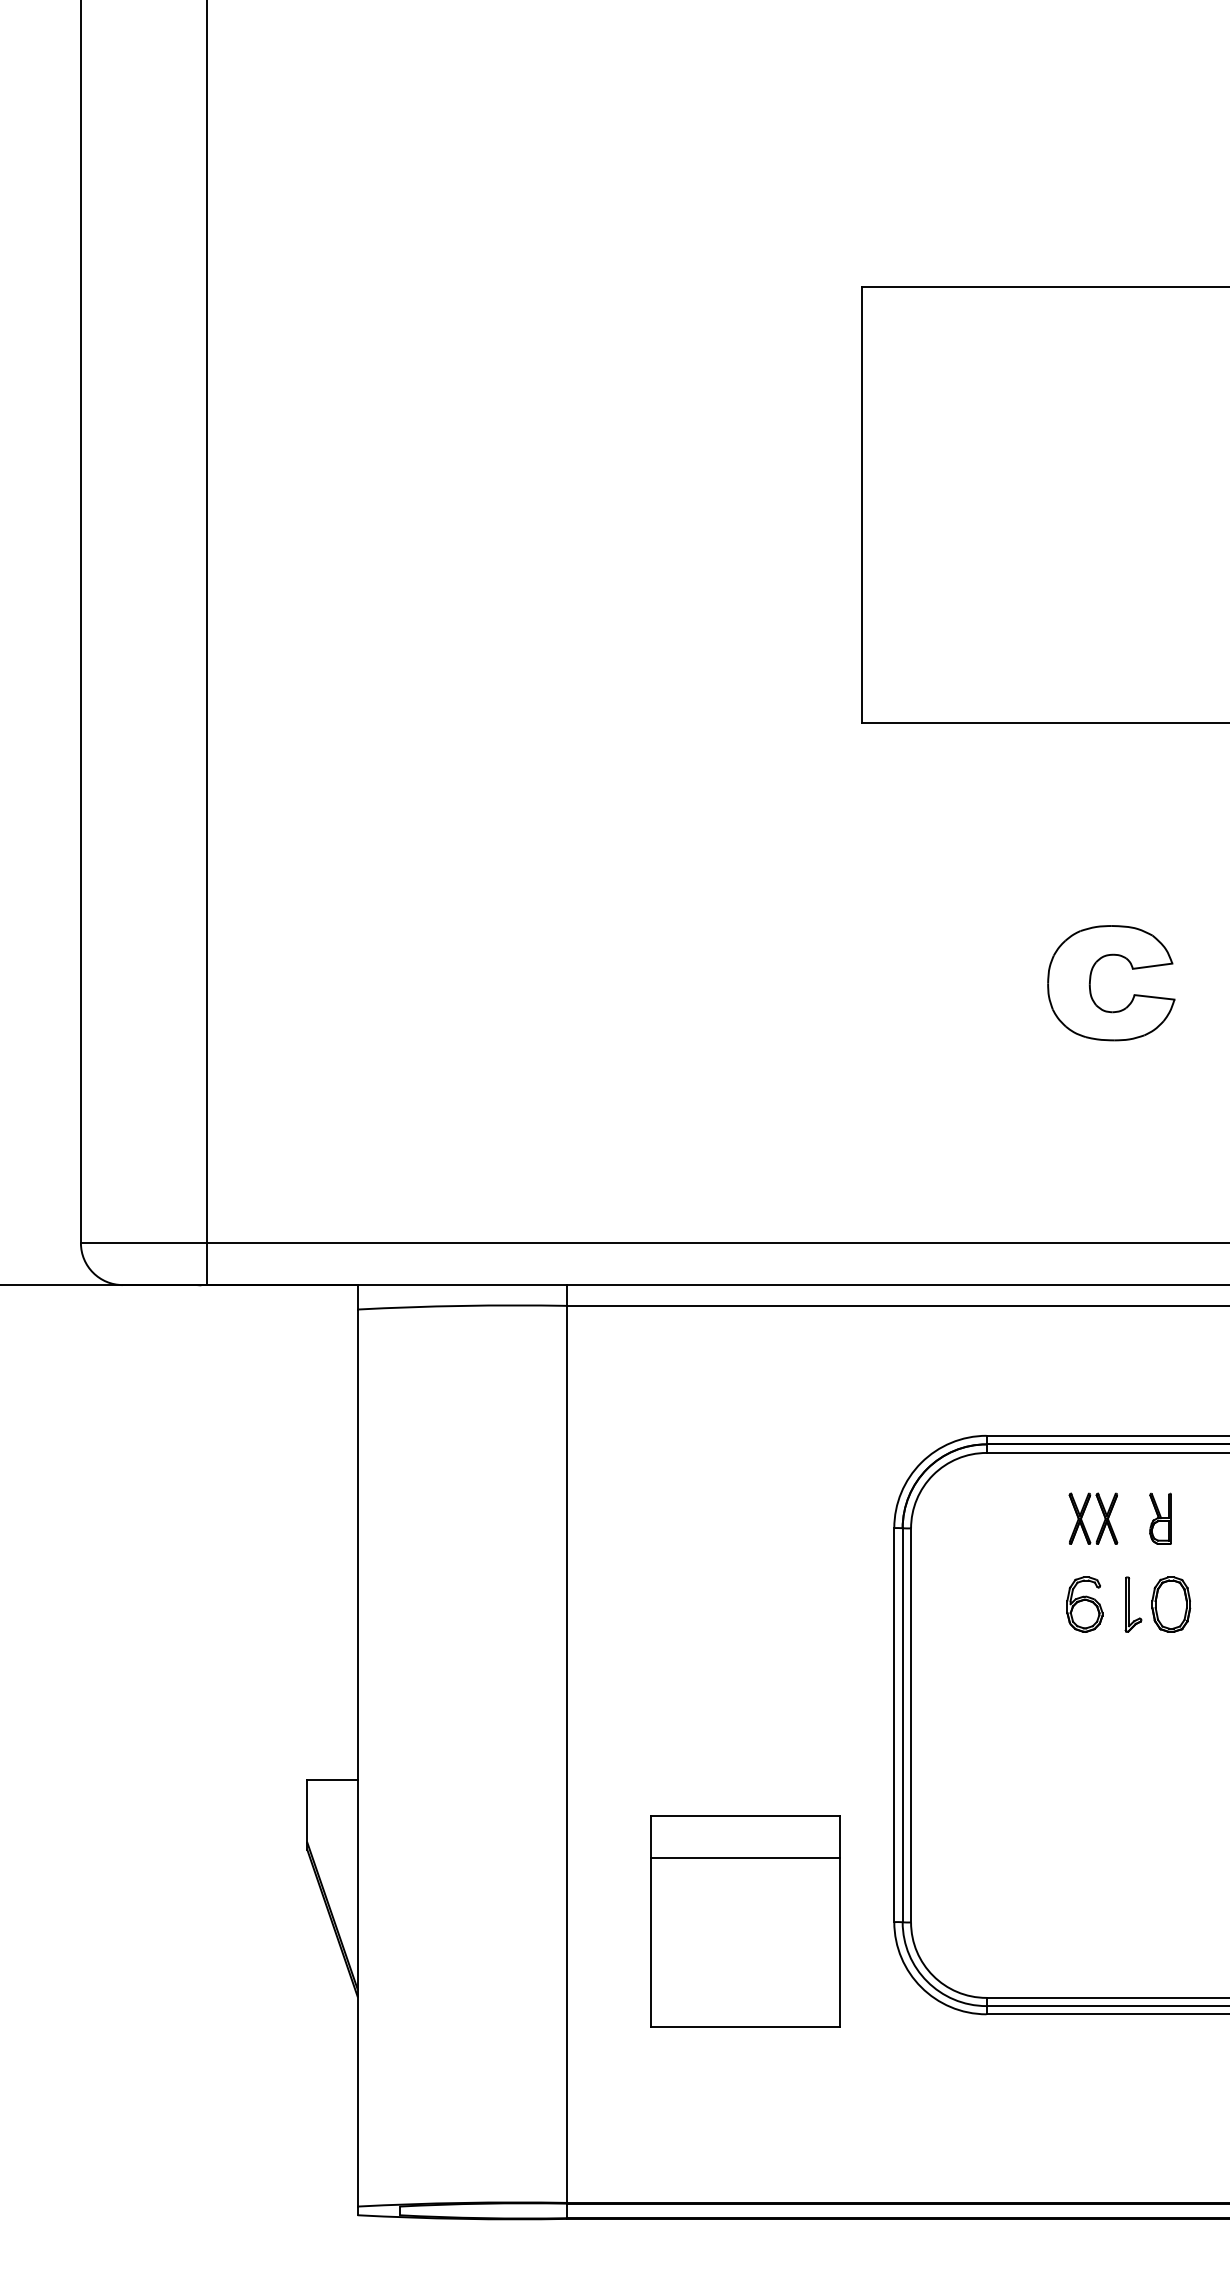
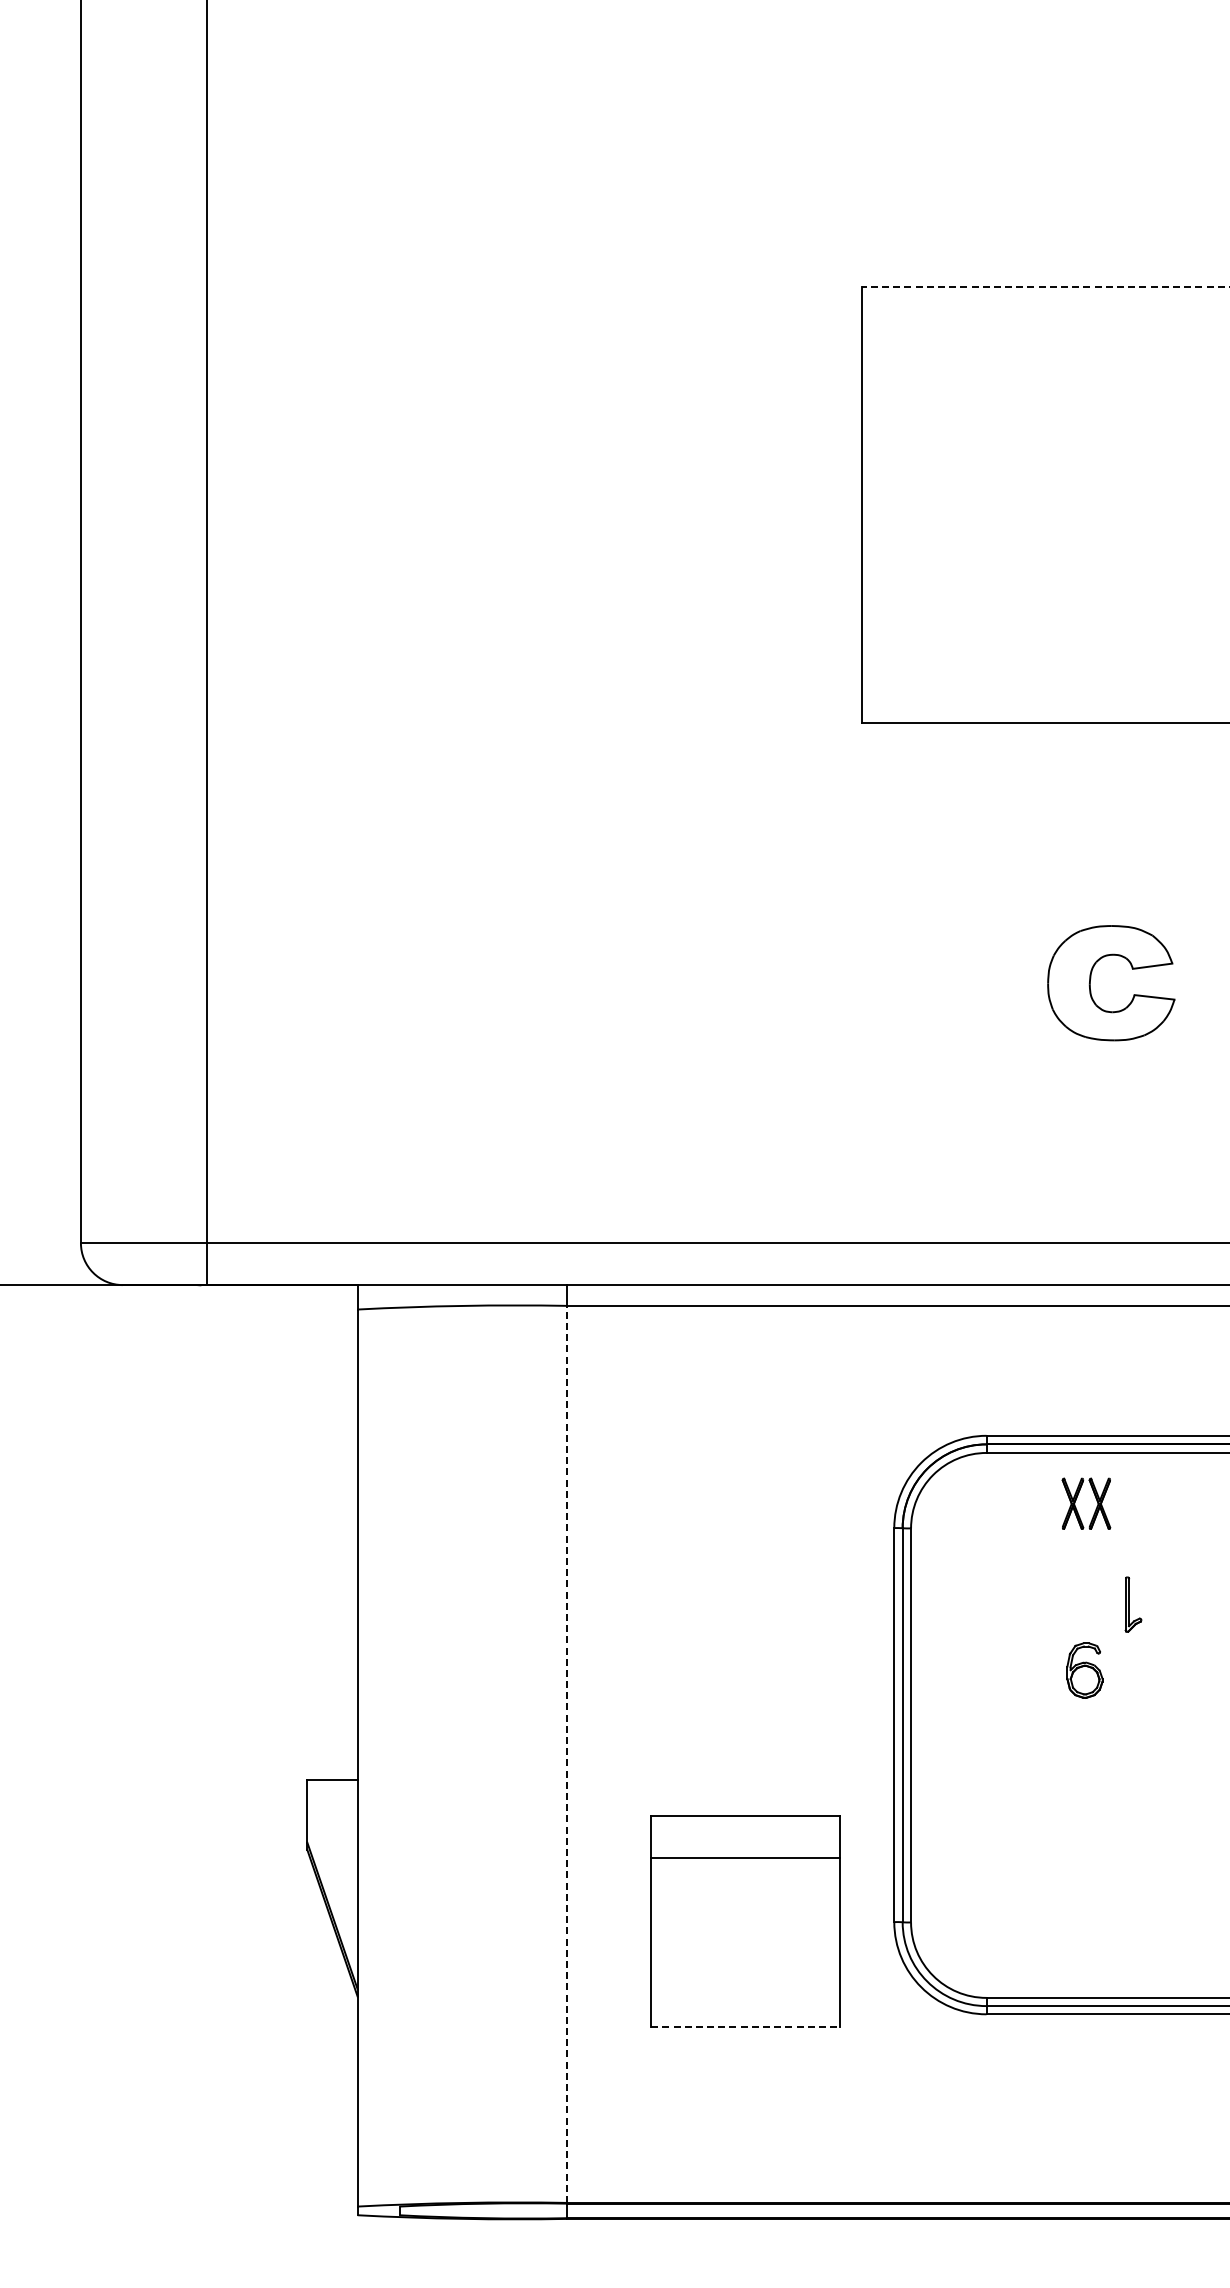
line at (1045, 287): solid -> dashed
part at (1103, 1516) position: (1103, 1516) -> (1096, 1501)
part at (1160, 1518): present -> none
part at (1084, 1604) position: (1084, 1604) -> (1084, 1670)
part at (1171, 1604): present -> none
line at (567, 1754): solid -> dashed
line at (745, 2026): solid -> dashed
